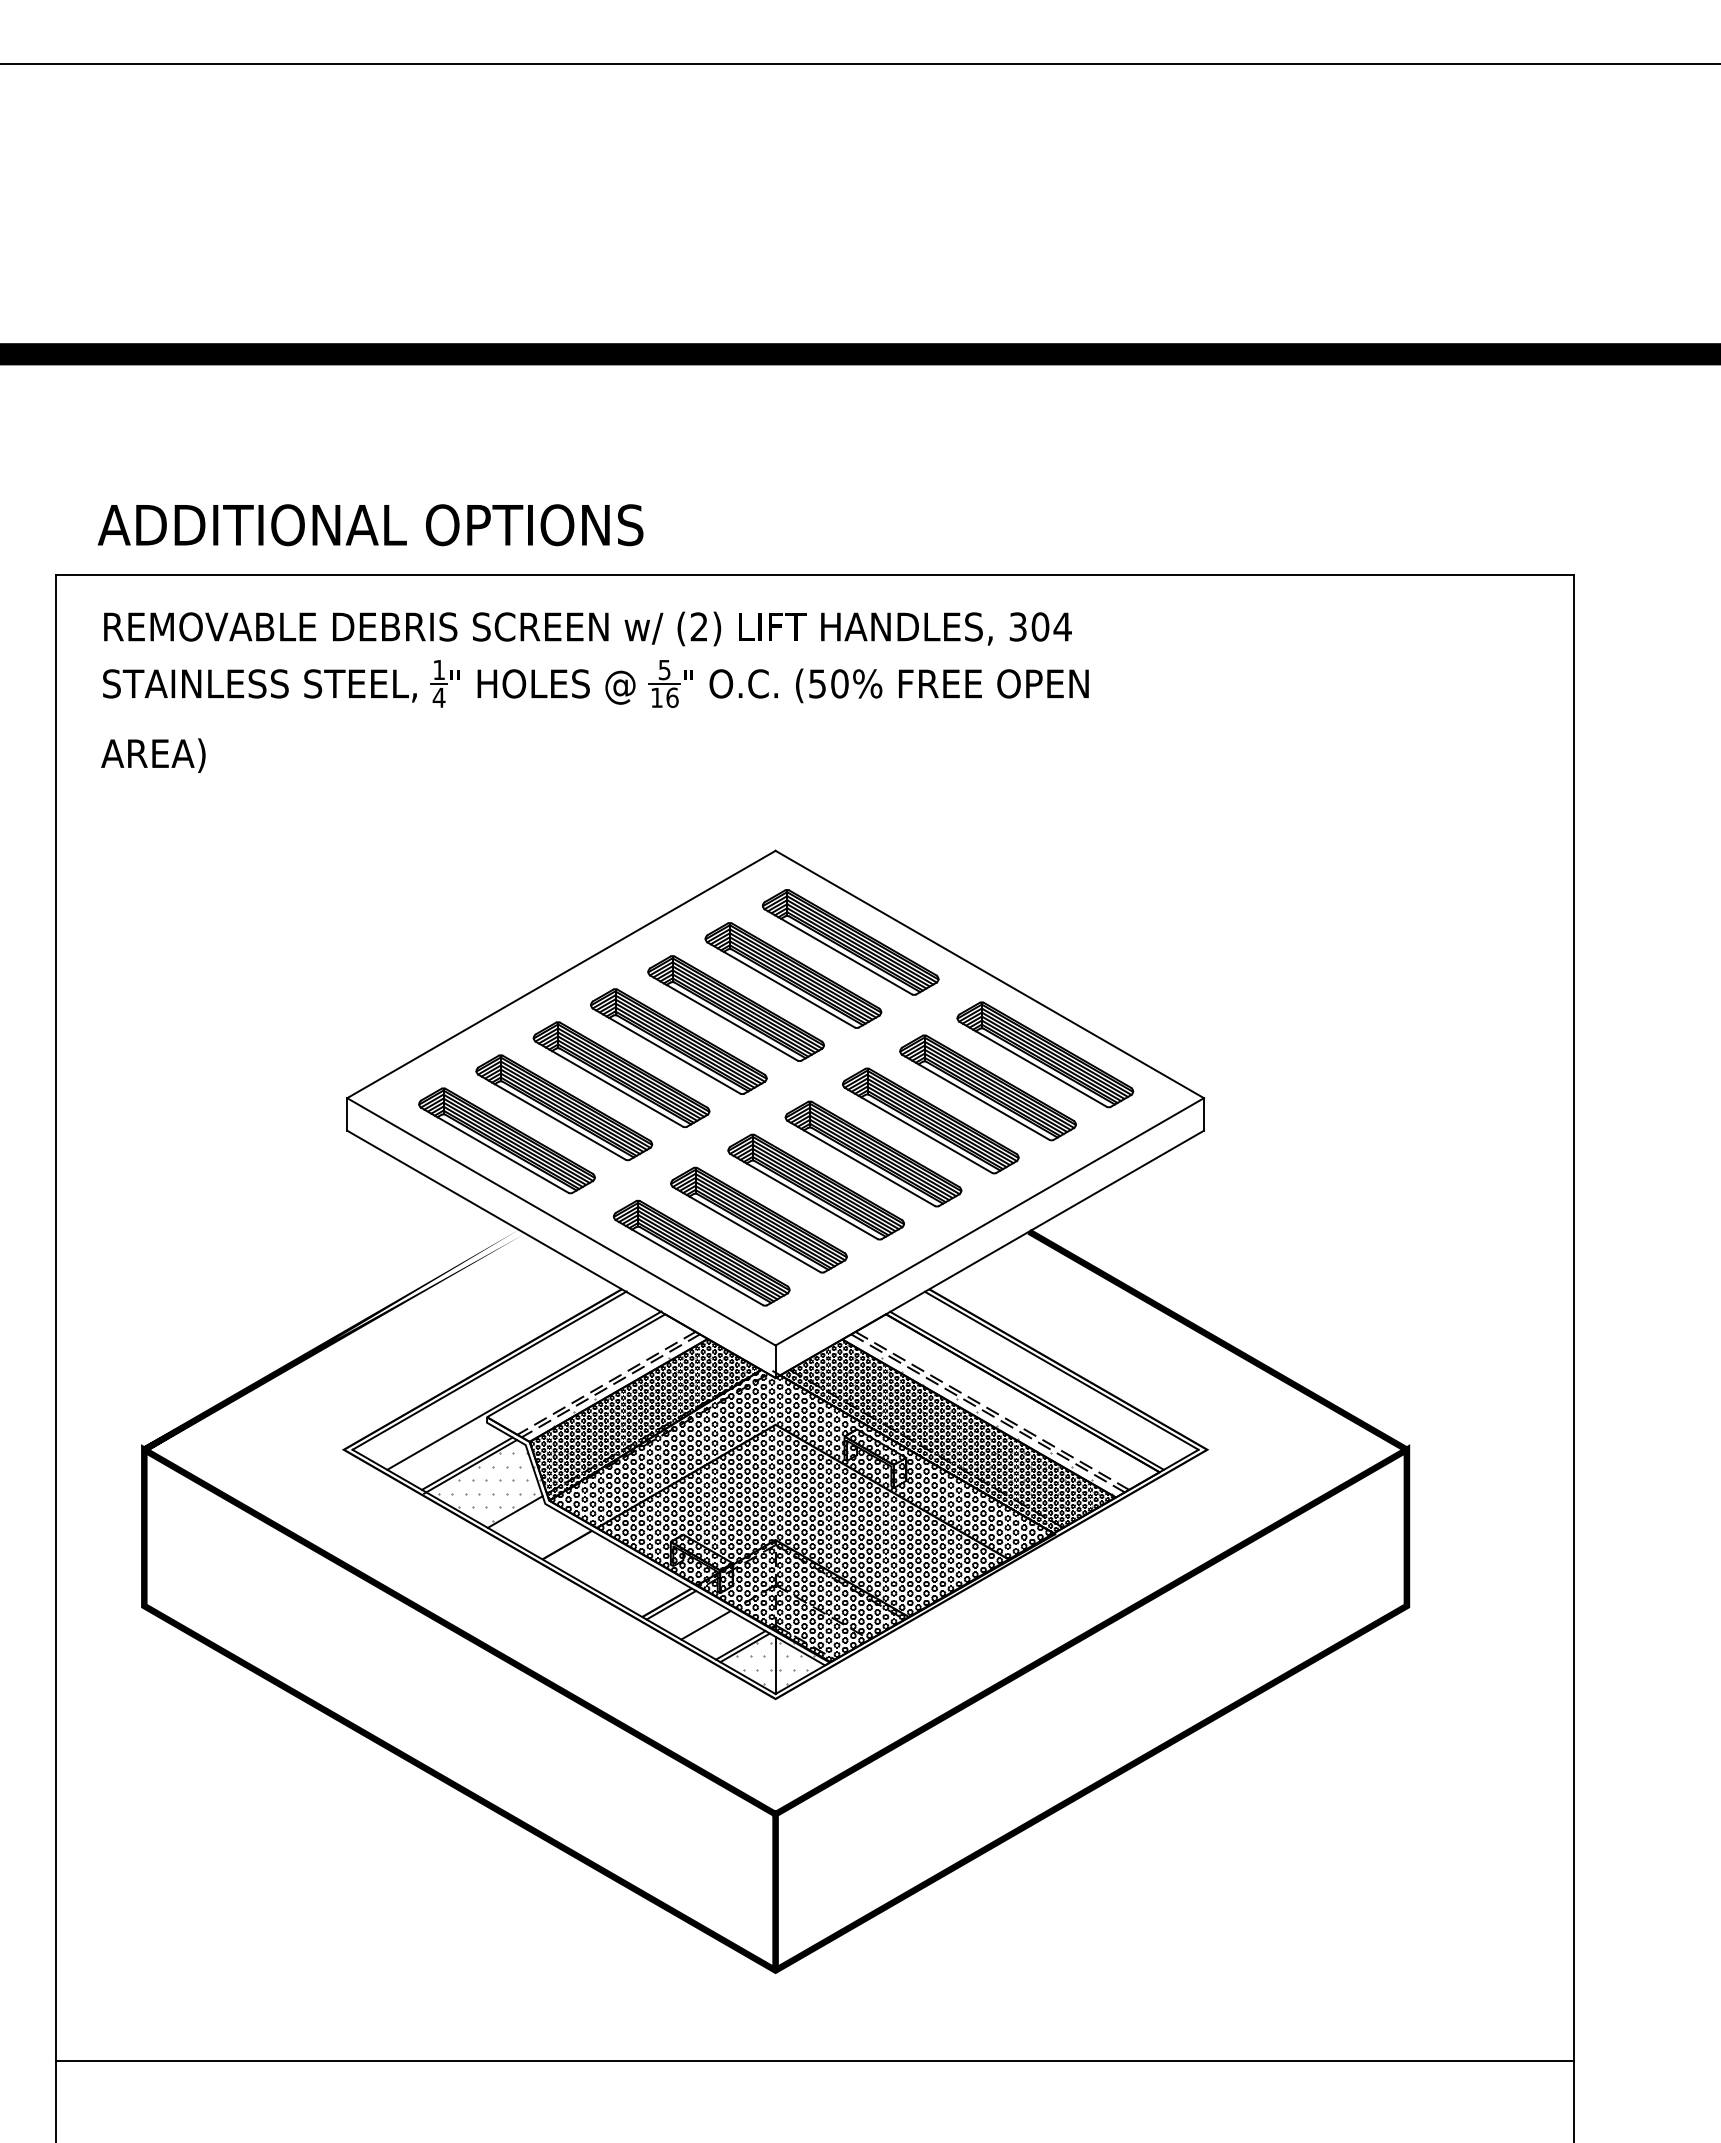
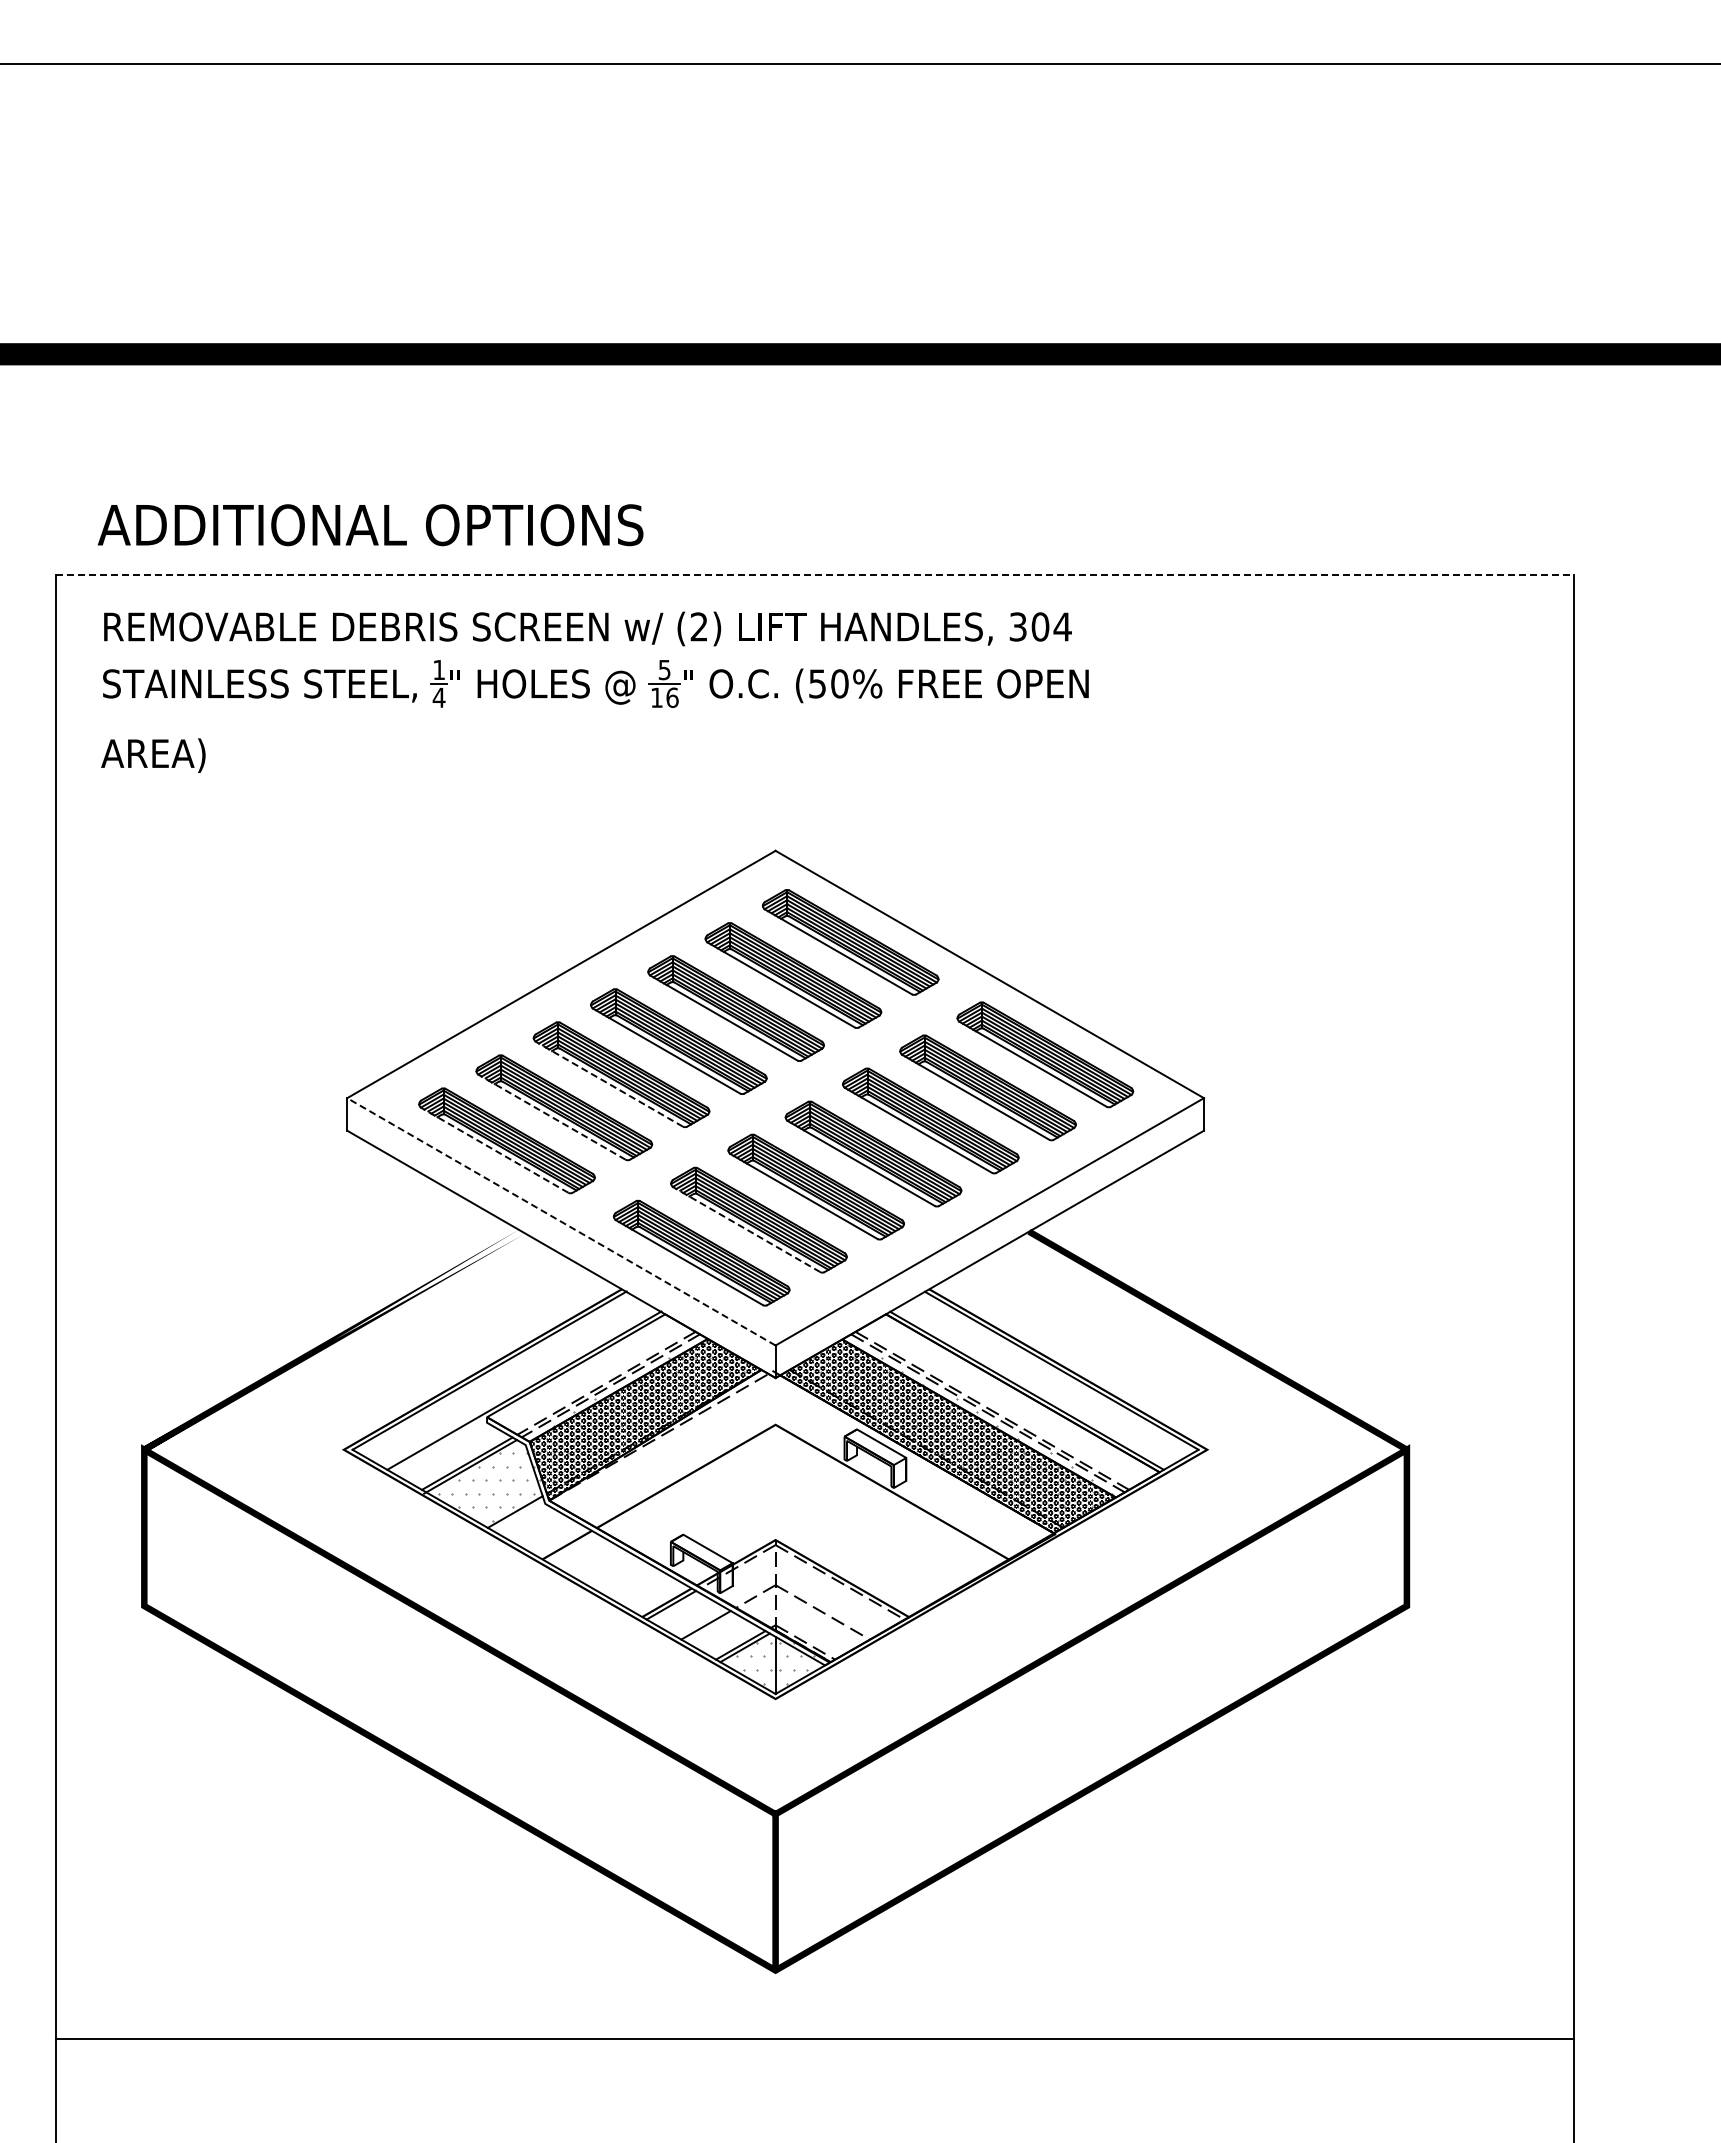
line at (815, 574): solid -> dashed
line at (609, 1084): solid -> dashed
line at (552, 1117): solid -> dashed
line at (494, 1150): solid -> dashed
line at (560, 1221): solid -> dashed
line at (746, 1229): solid -> dashed
hatch at (800, 1516): present -> none
line at (814, 2061) position: (814, 2061) -> (814, 2039)
